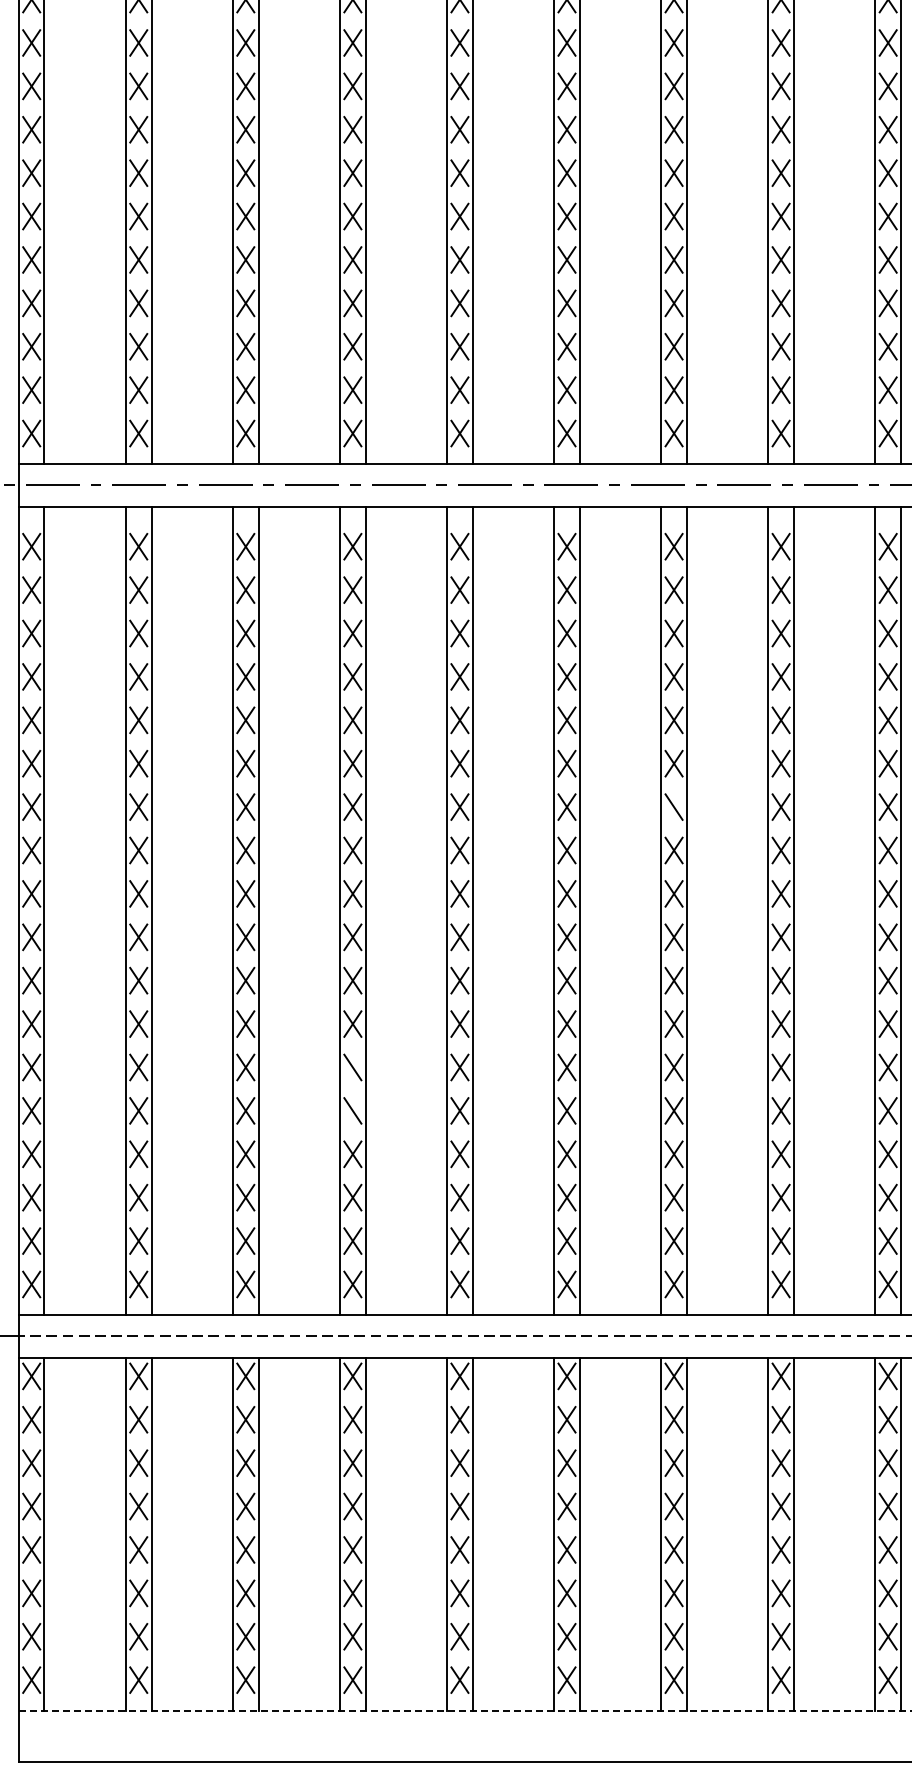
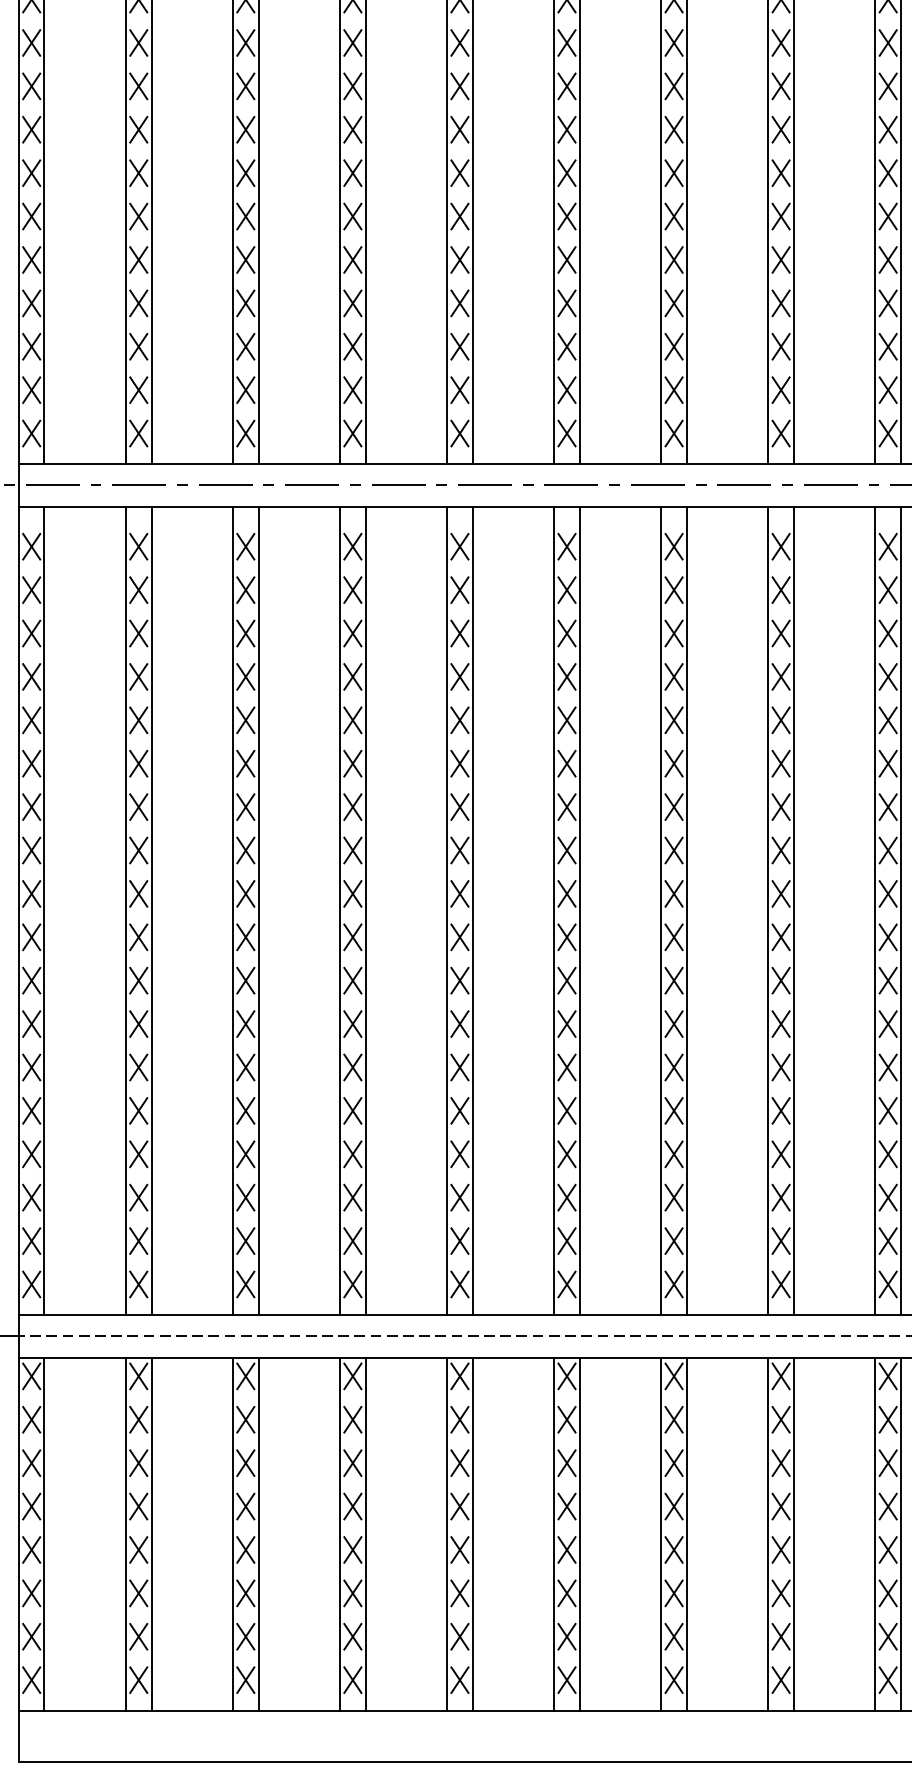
line at (673, 806): none -> present
line at (352, 1067): none -> present
line at (352, 1110): none -> present
line at (465, 1710): dashed -> solid
